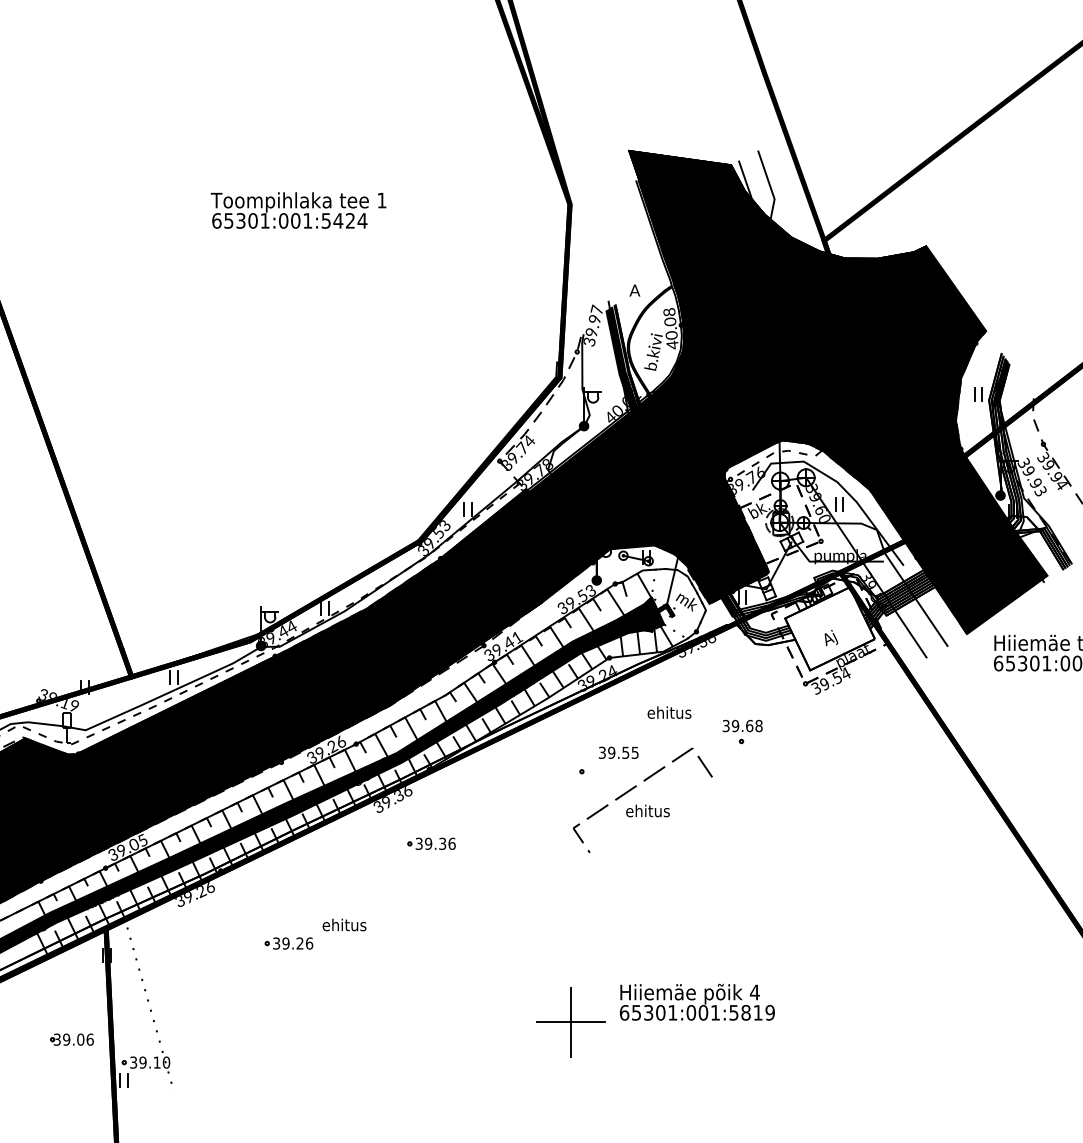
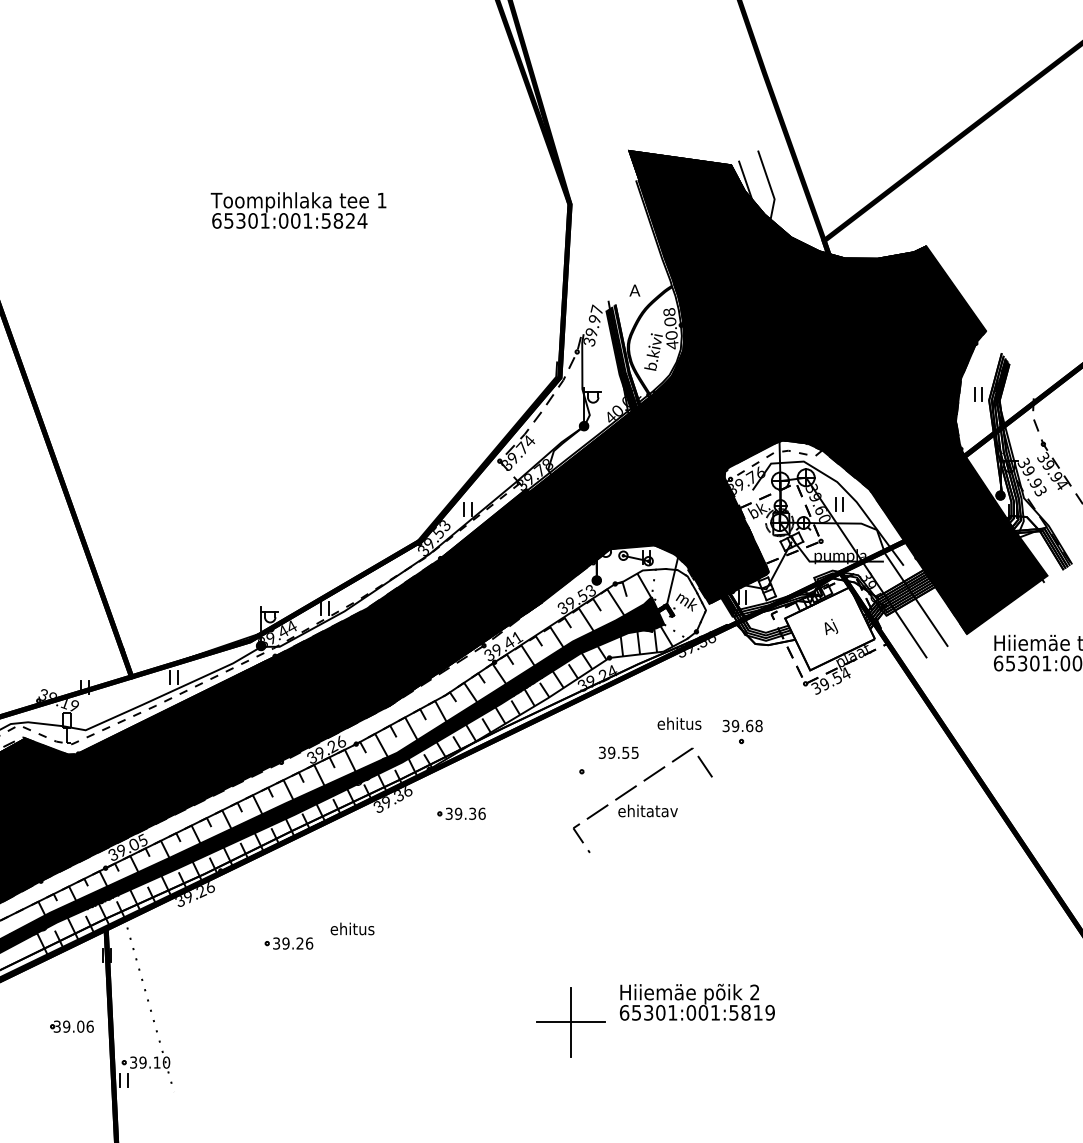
text at (338, 220): 65301:001:5424 -> 65301:001:5824
text at (831, 638) position: (831, 638) -> (831, 627)
text at (669, 712) position: (669, 712) -> (679, 723)
text at (647, 810): ehitus -> ehitatav
part at (431, 843) position: (431, 843) -> (461, 813)
text at (344, 924) position: (344, 924) -> (352, 928)
text at (754, 992): 4 -> 2
part at (71, 1039) position: (71, 1039) -> (71, 1026)
